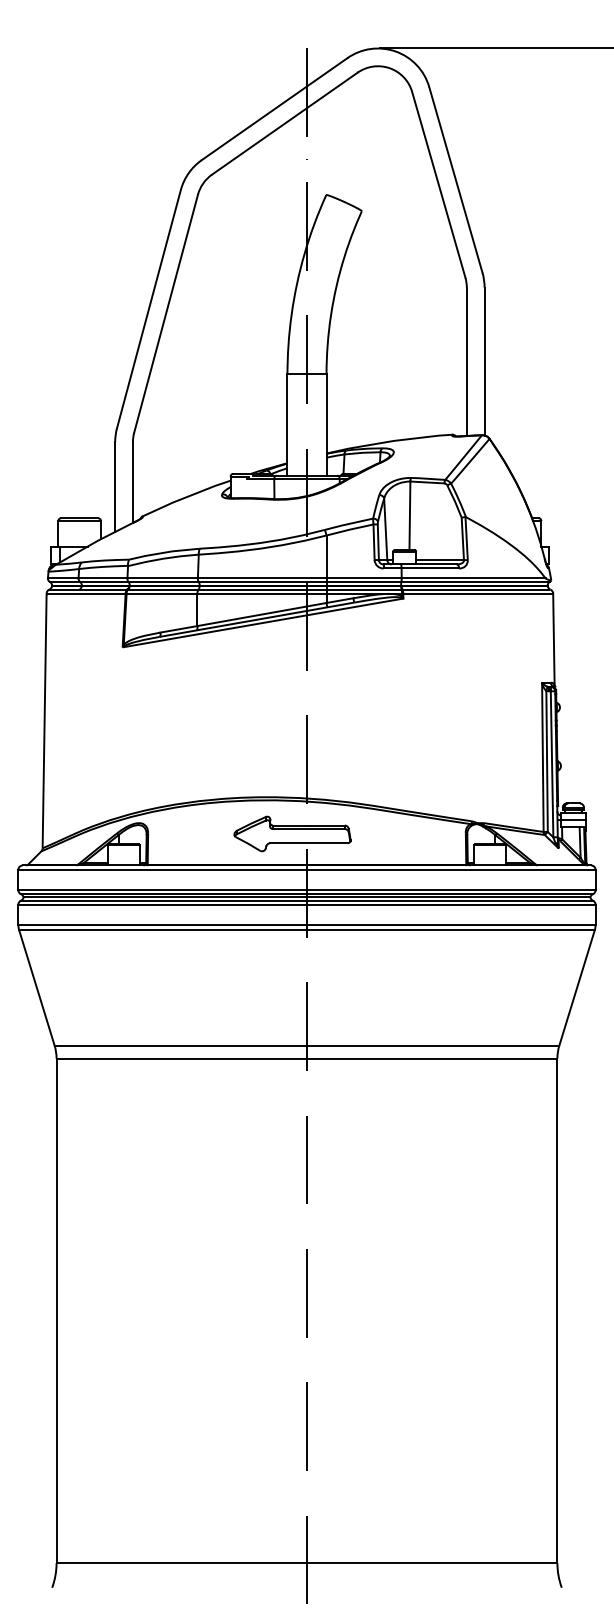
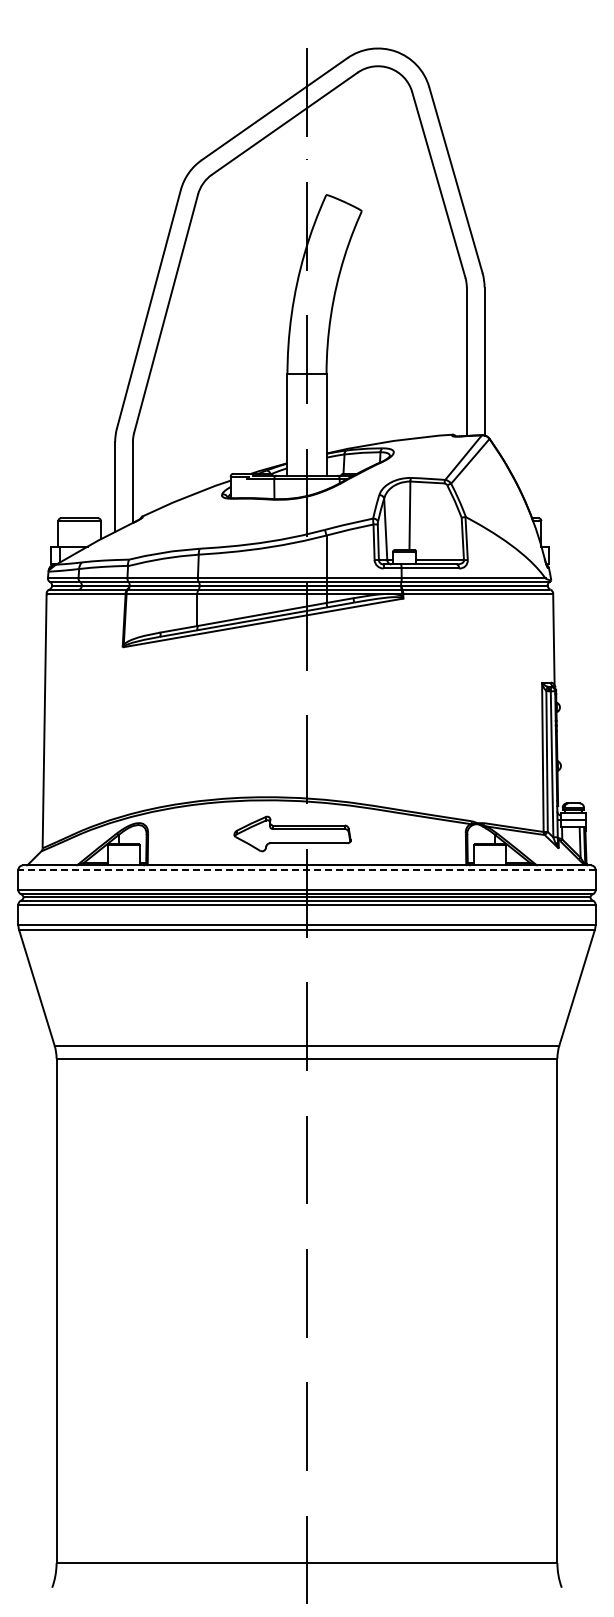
line at (494, 48): present -> none
line at (306, 869): solid -> dashed
